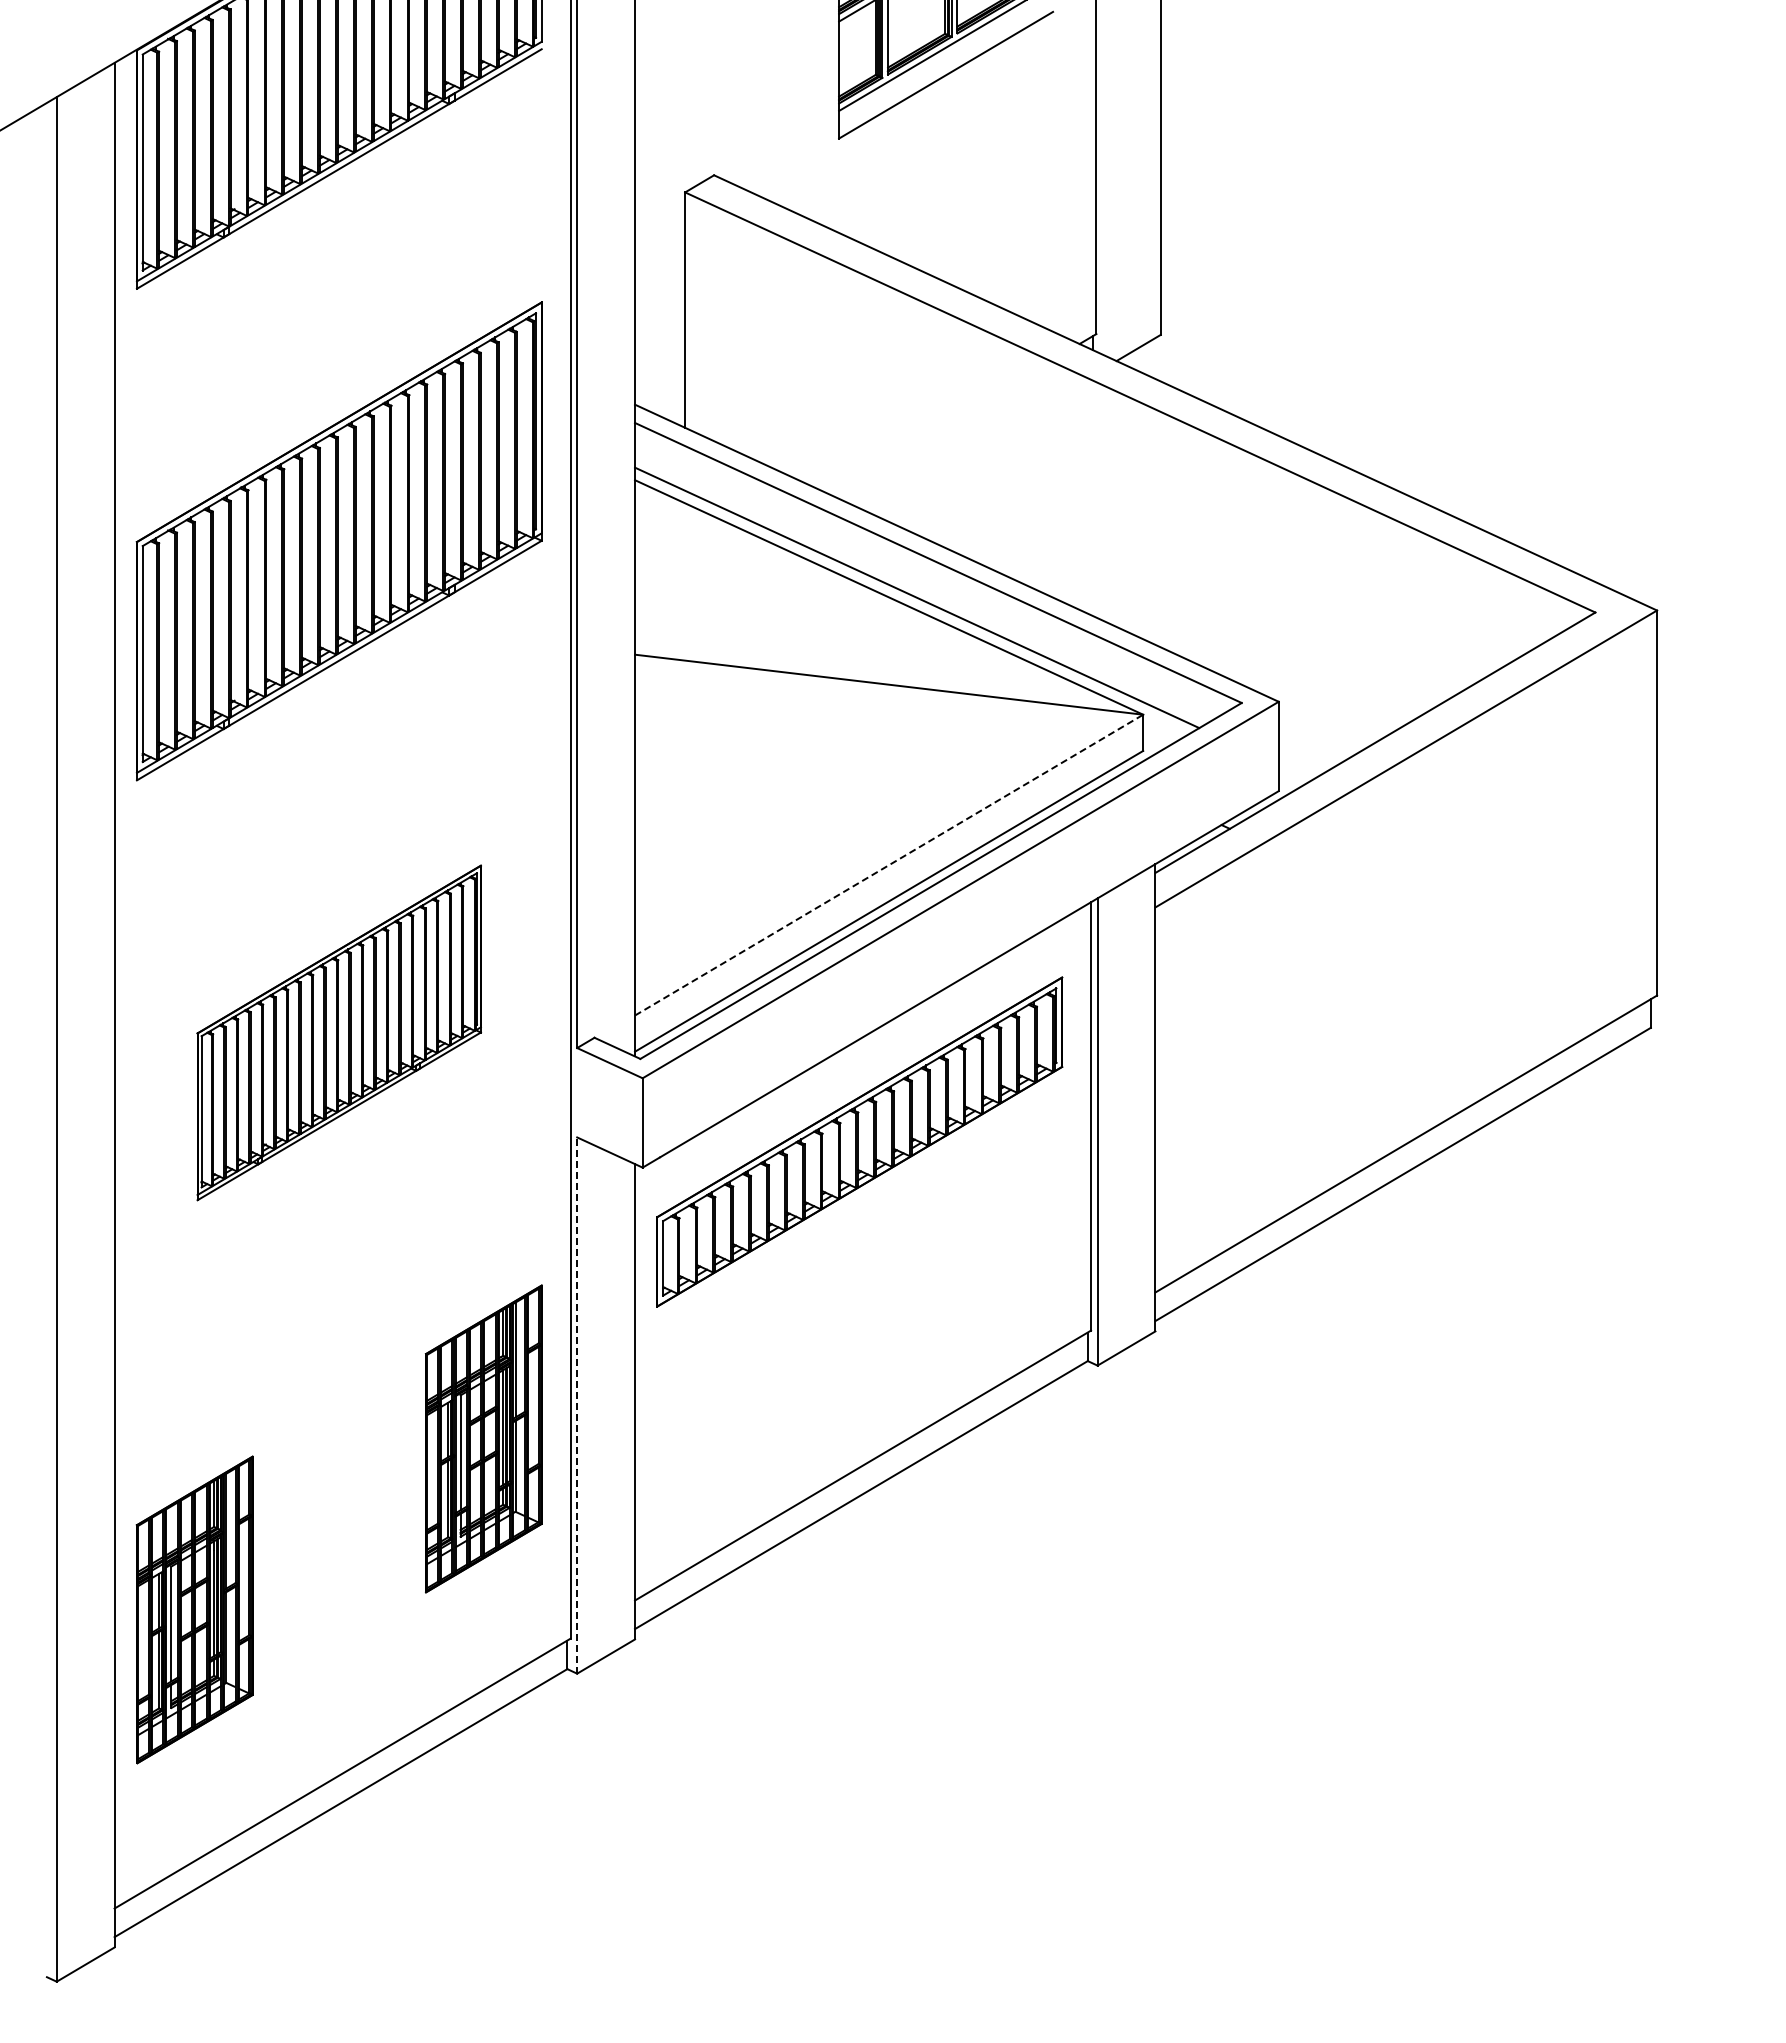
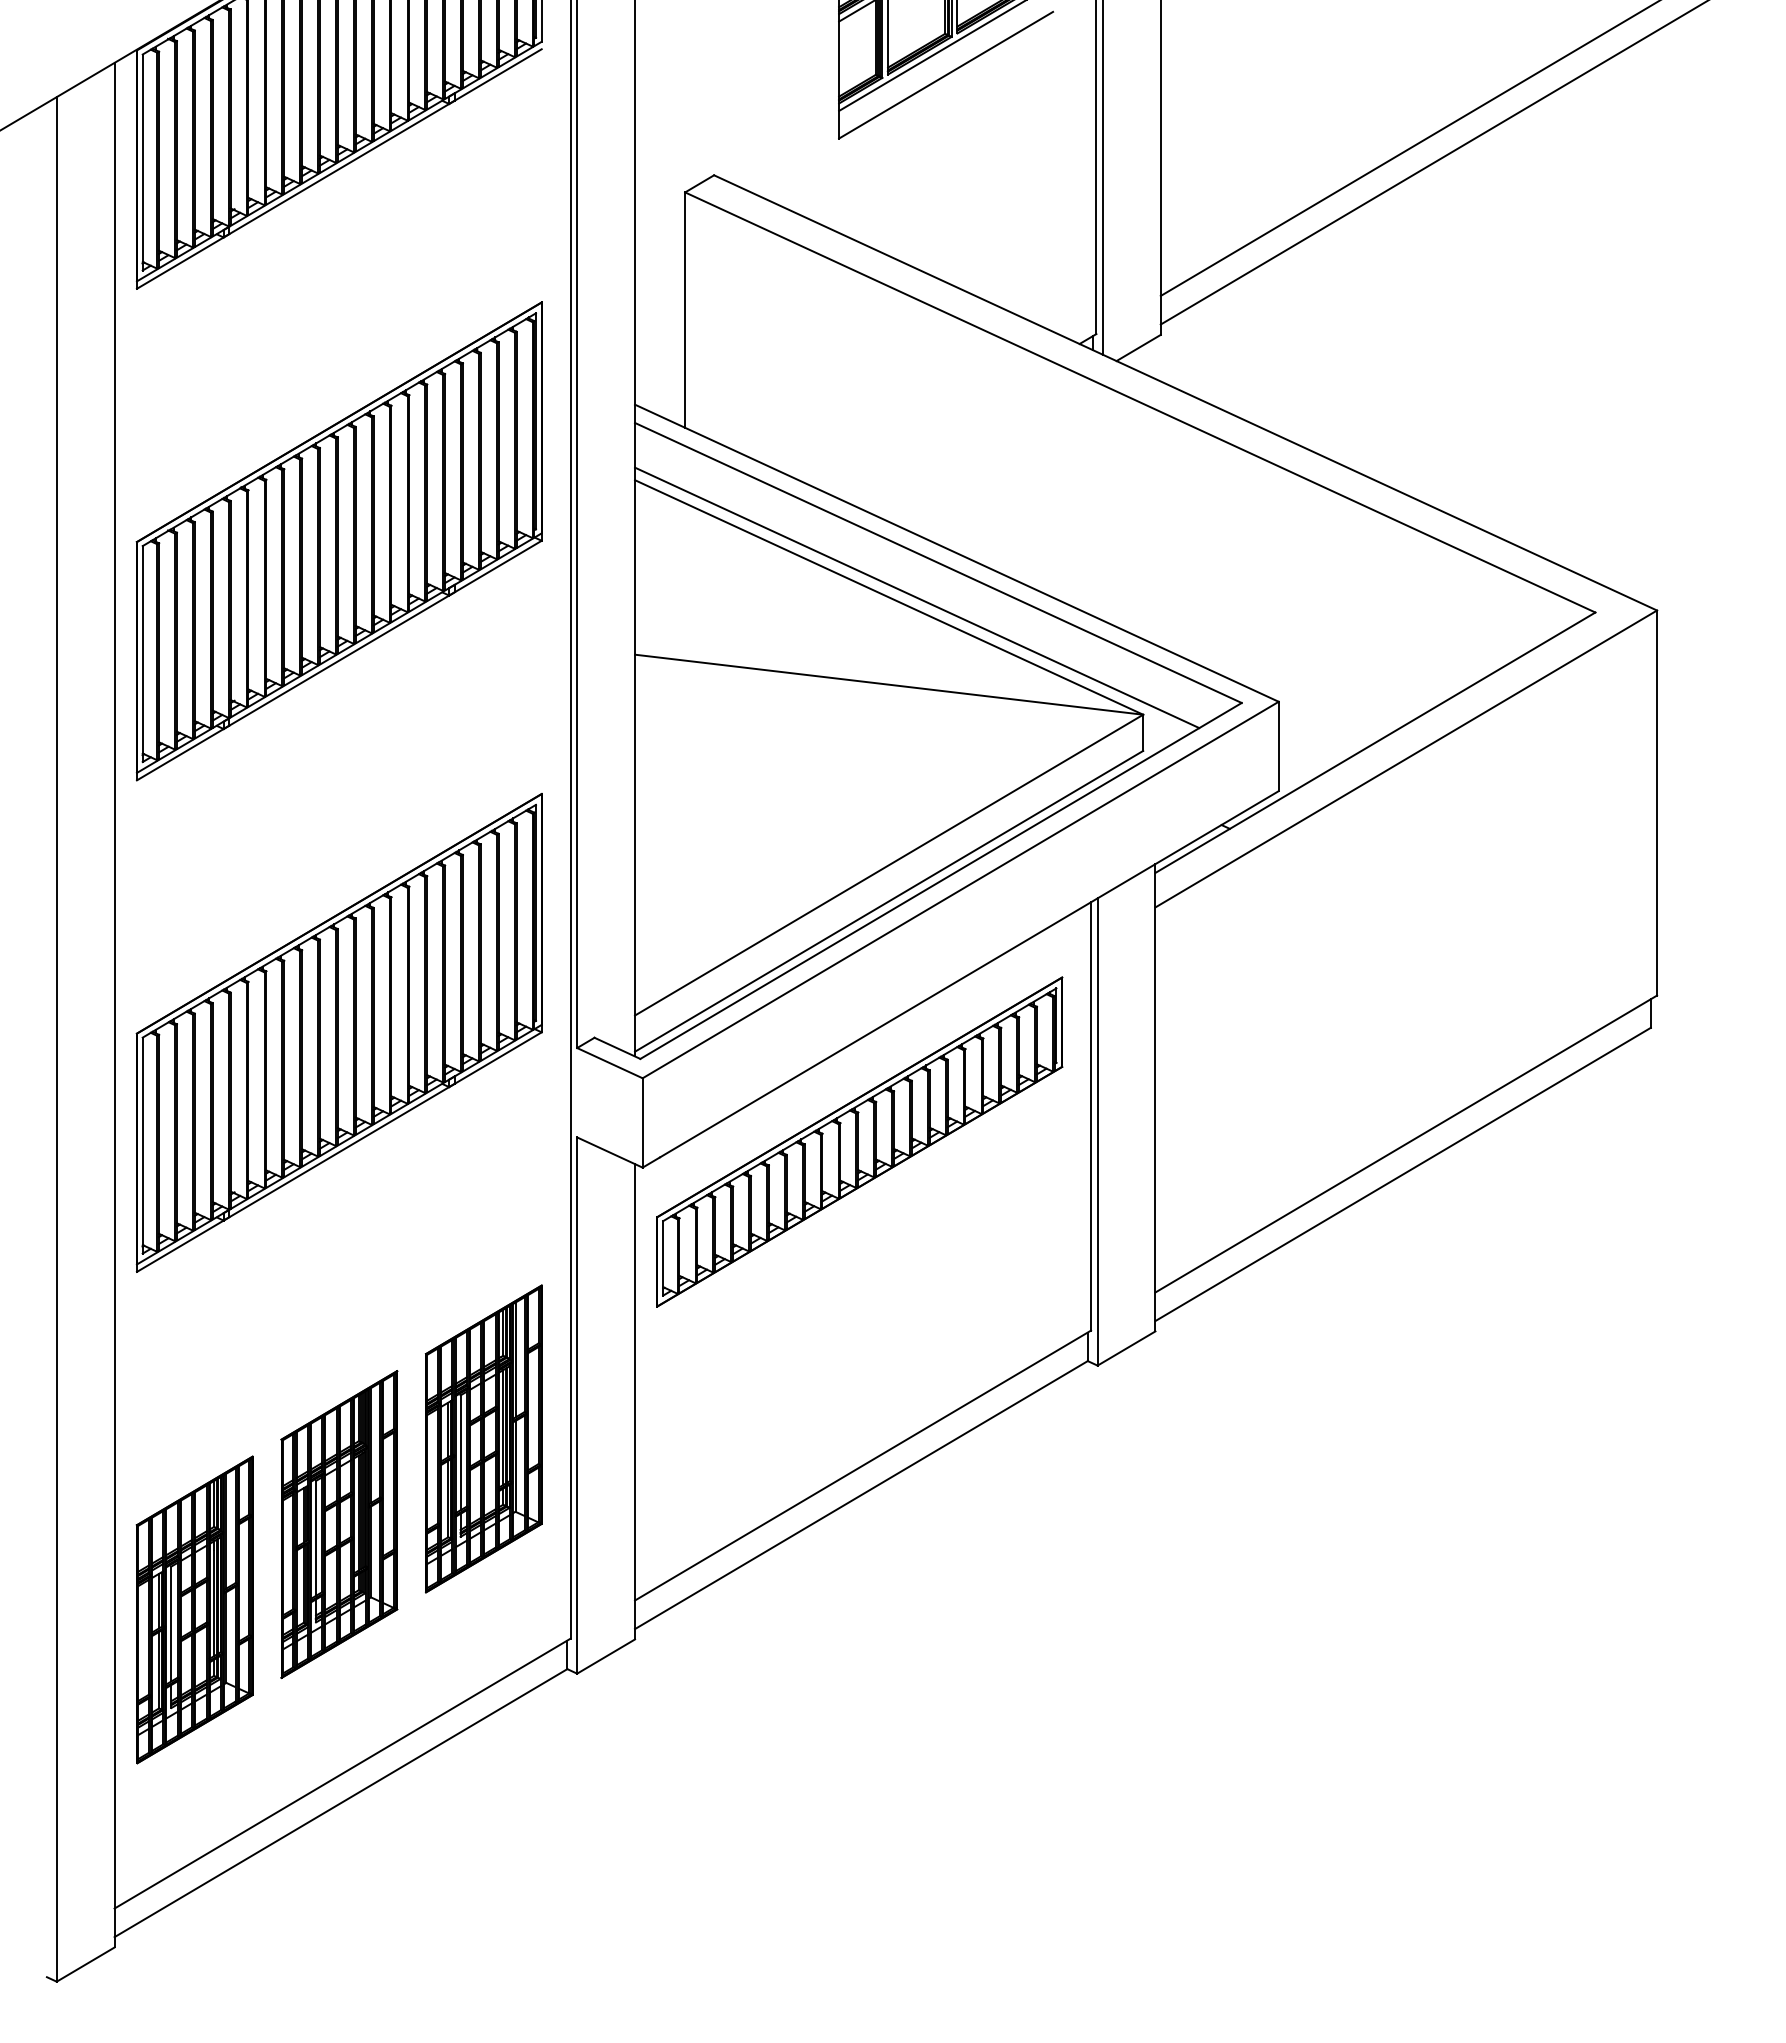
line at (1408, 148): none -> present
line at (1432, 163): none -> present
line at (1102, 178): none -> present
line at (889, 864): dashed -> solid
part at (338, 1032) size: 286x338 px -> 408x480 px
line at (577, 1405): dashed -> solid
part at (339, 1524): none -> present
